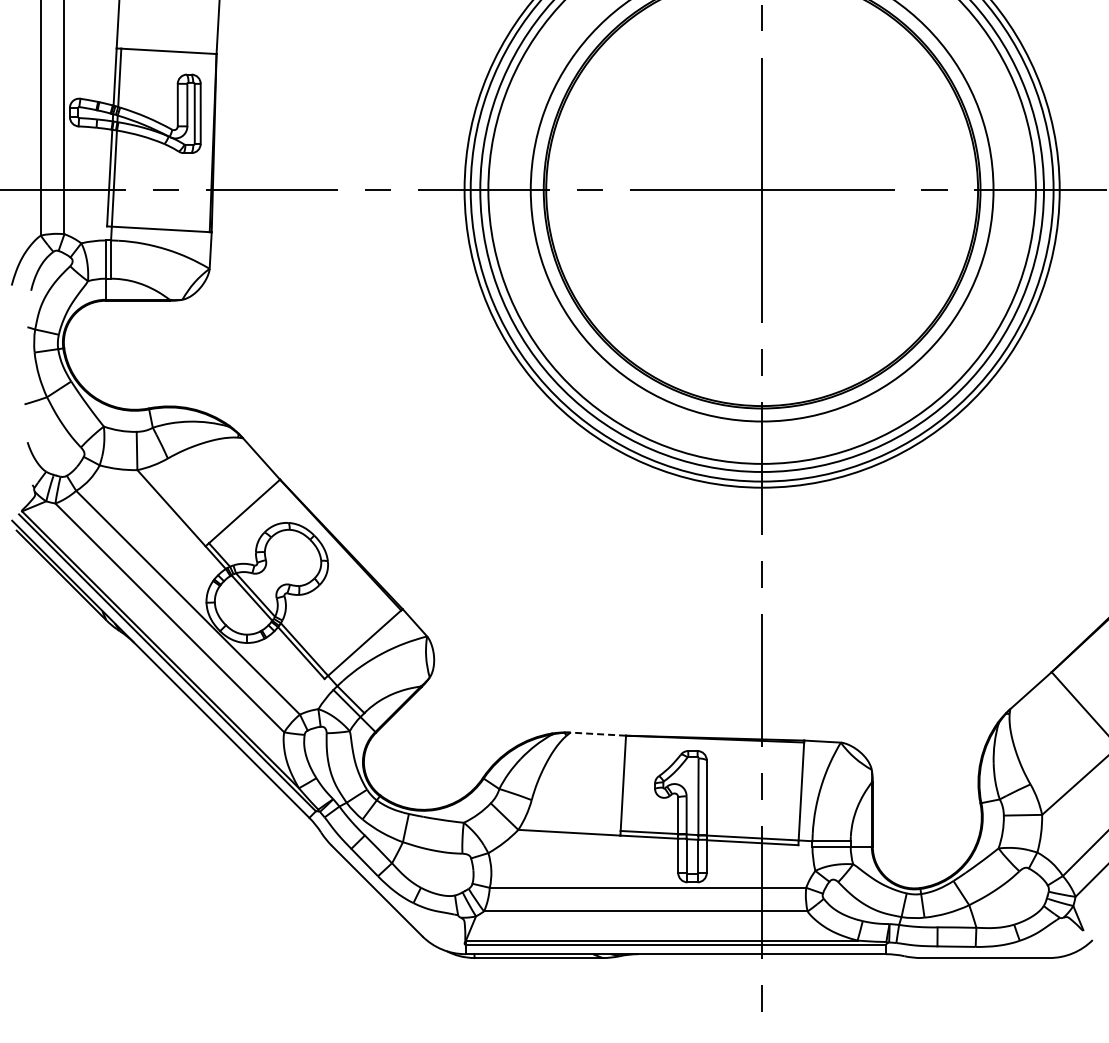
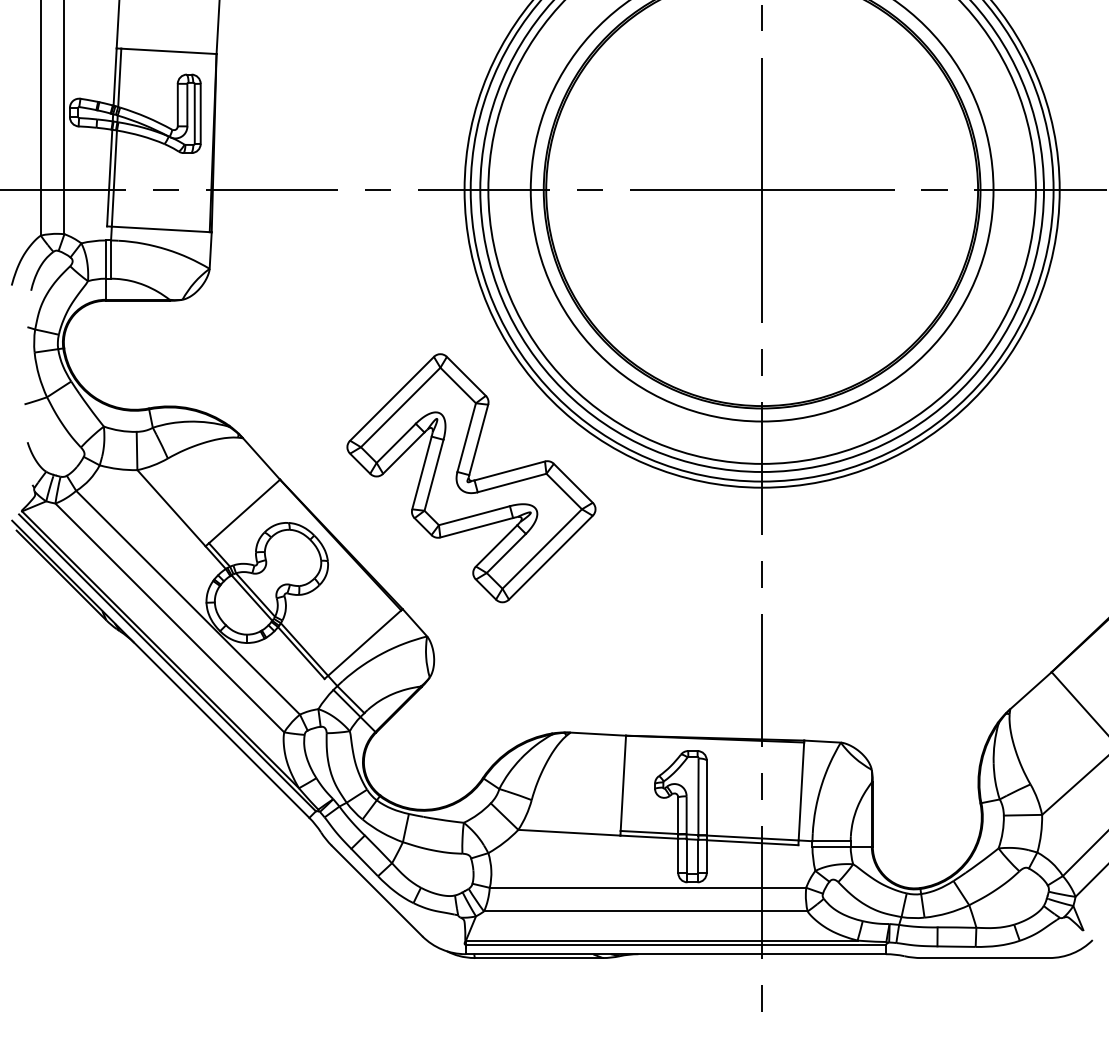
part at (471, 478): none -> present
line at (598, 734): dashed -> solid
